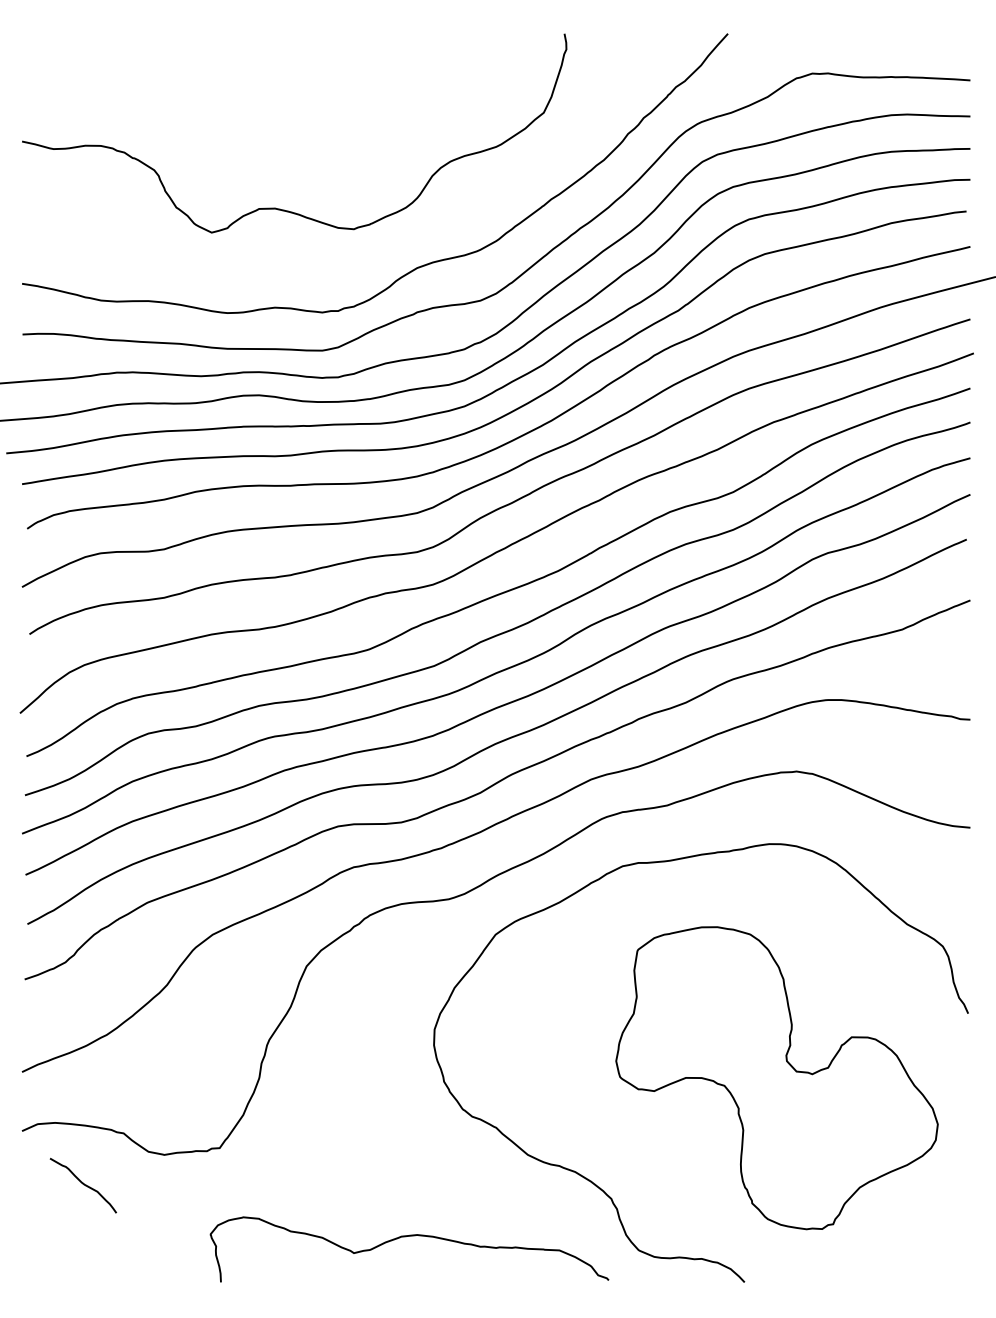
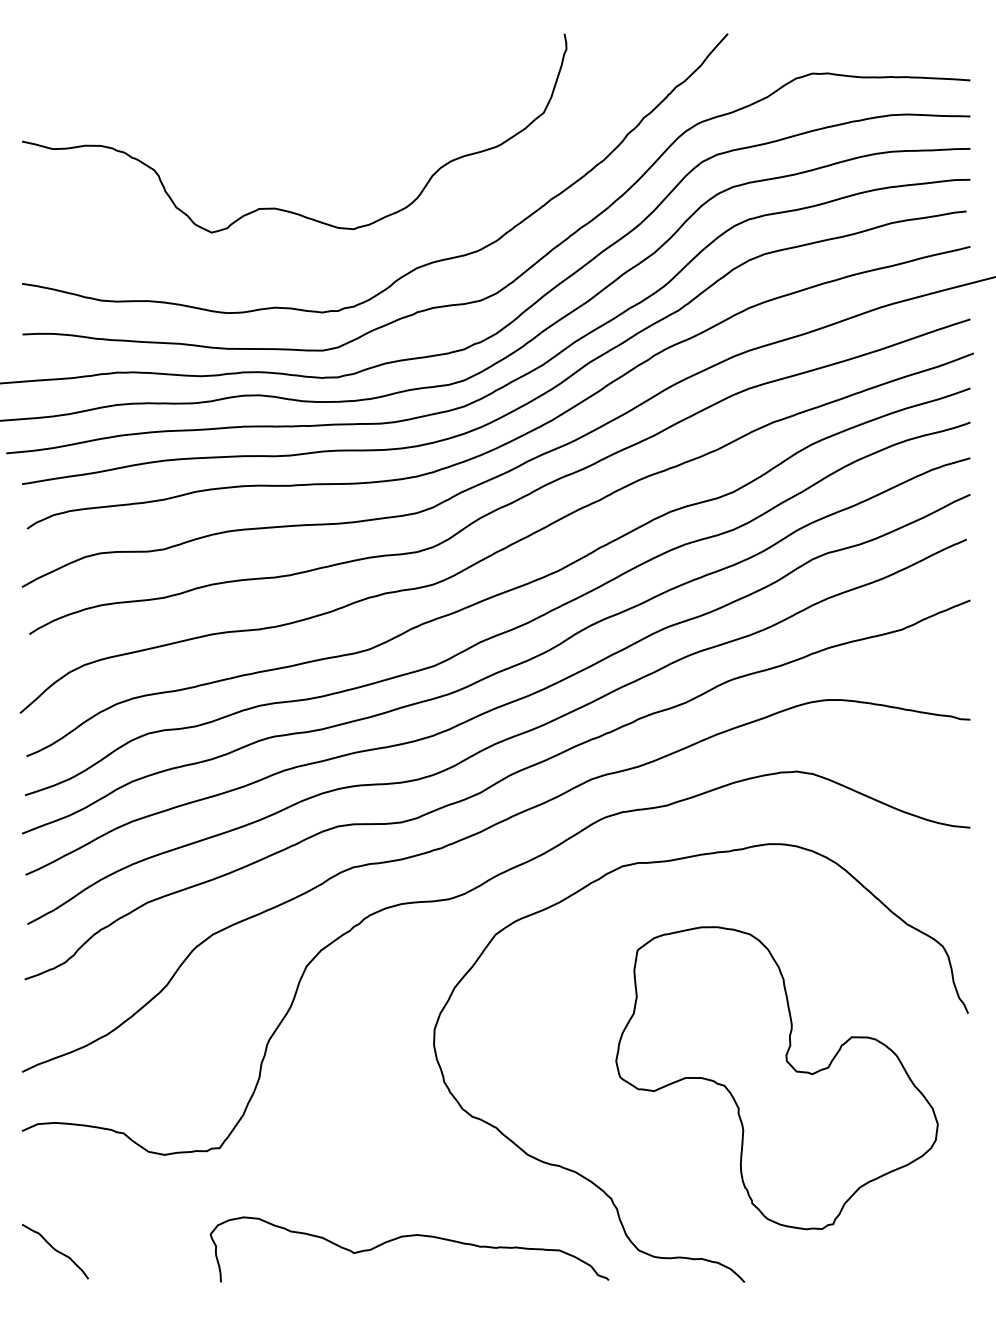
curve at (82, 1184) position: (82, 1184) -> (54, 1250)
